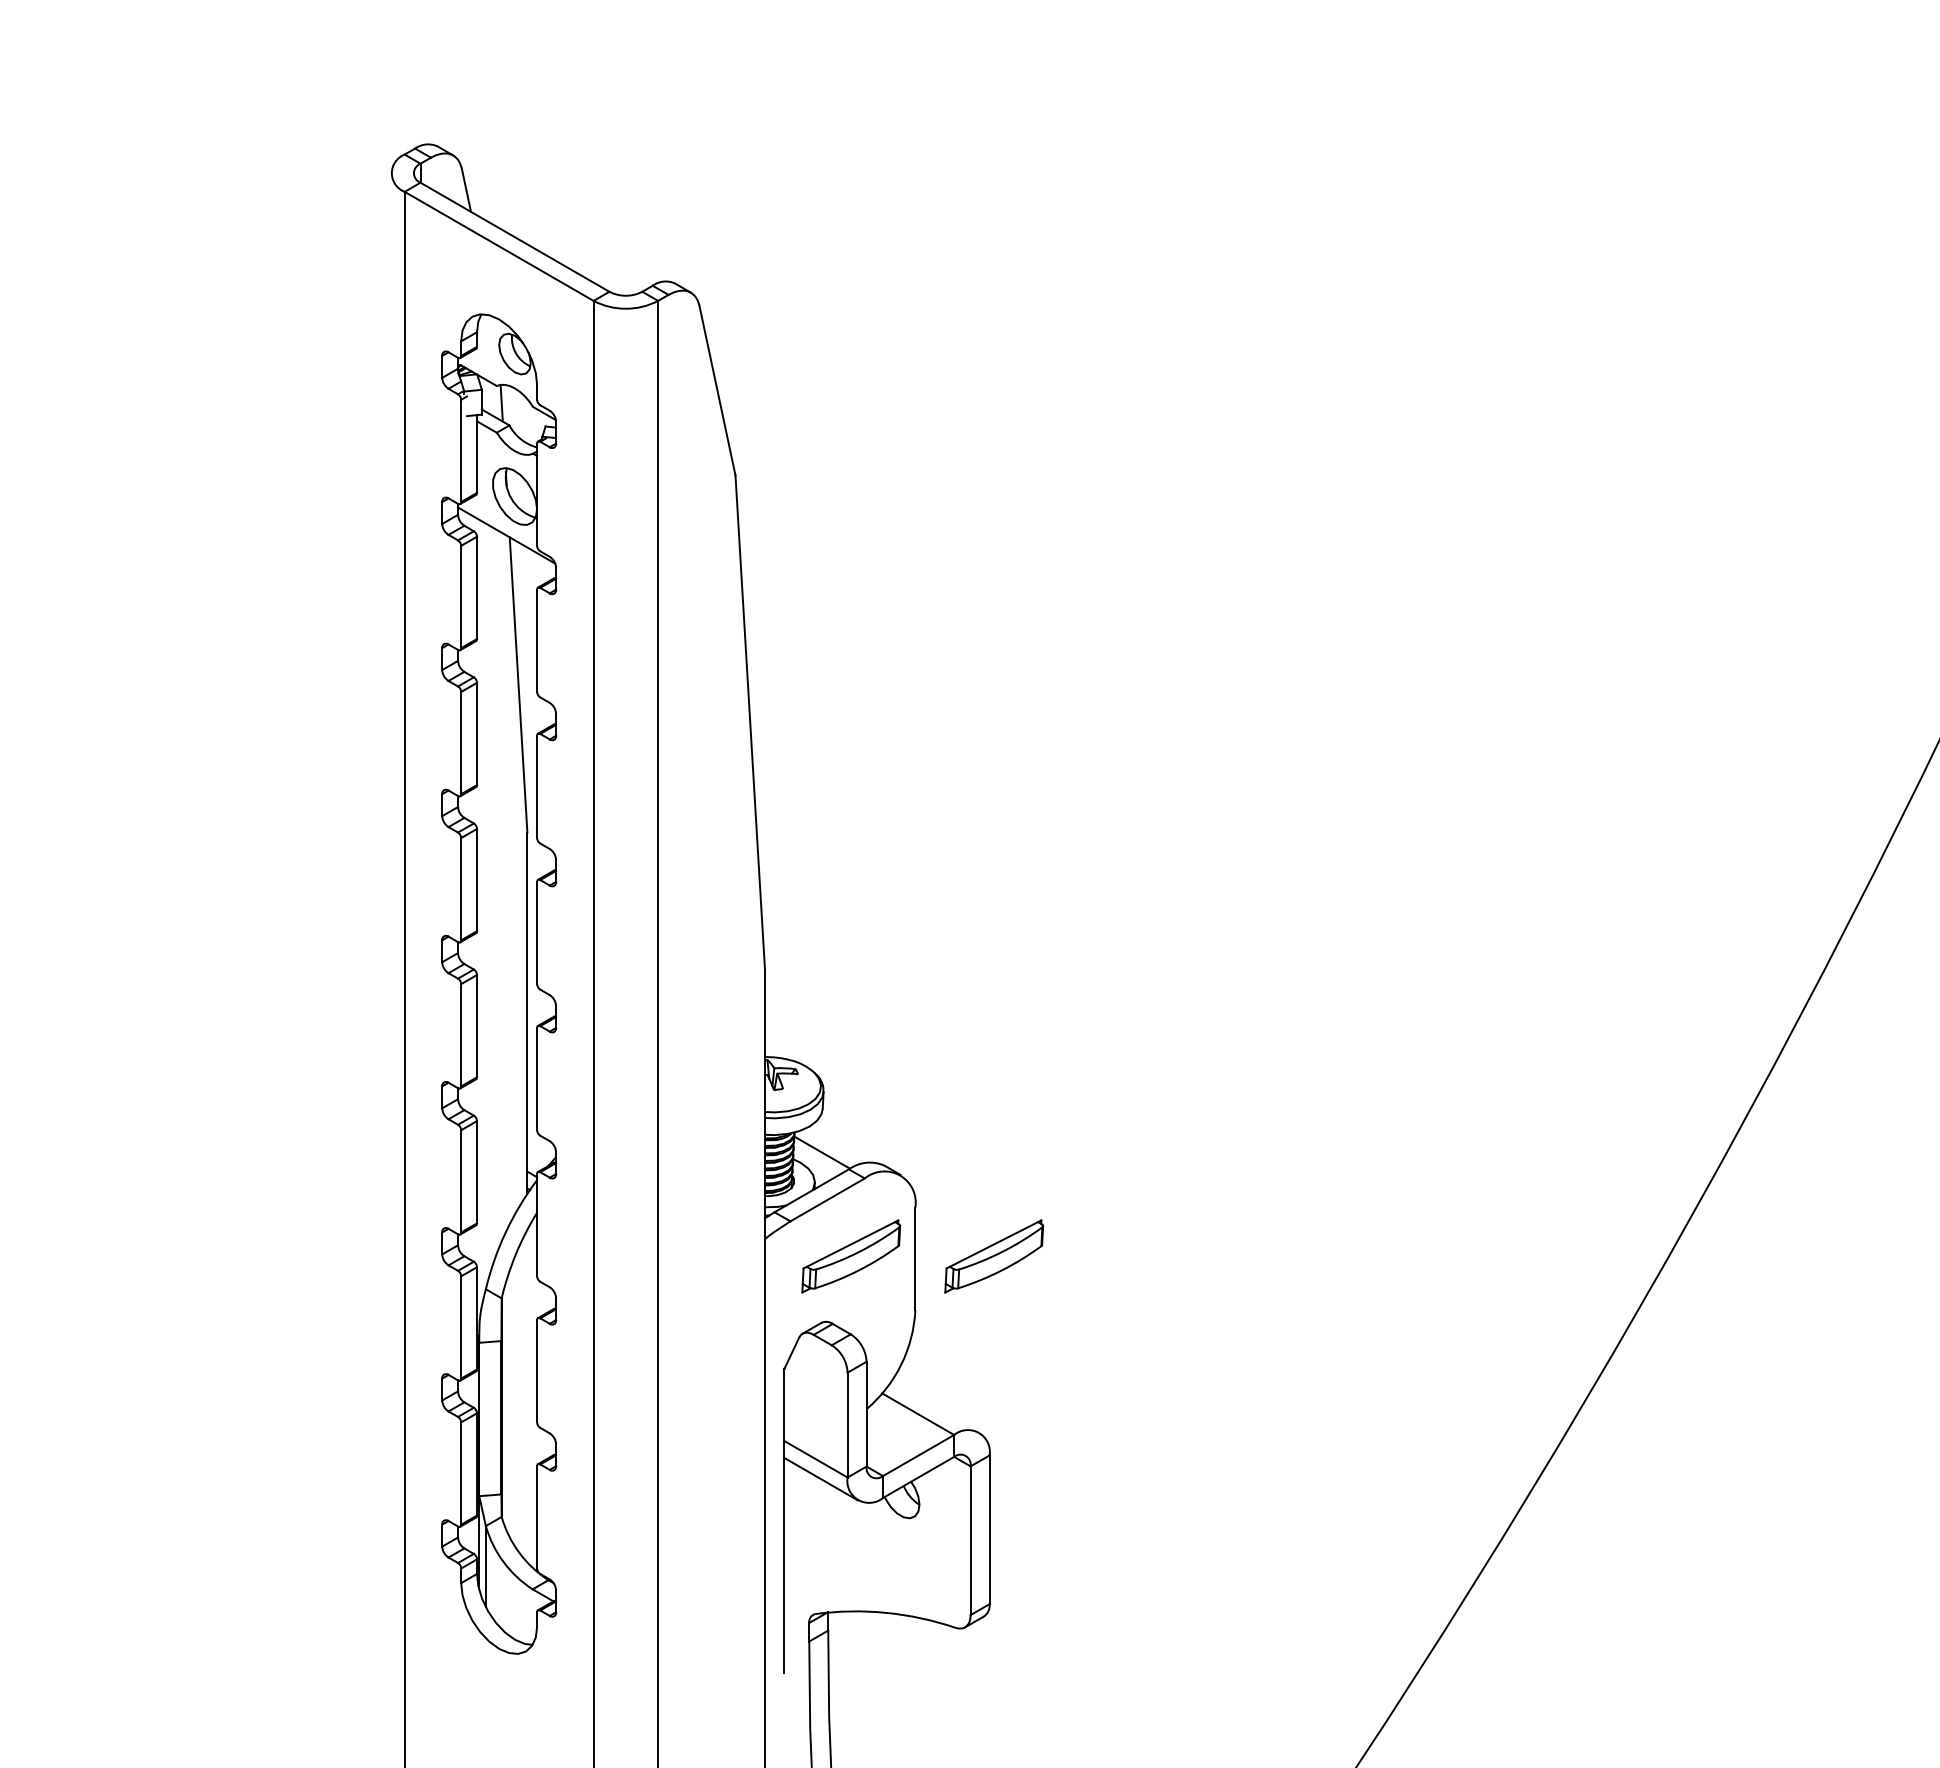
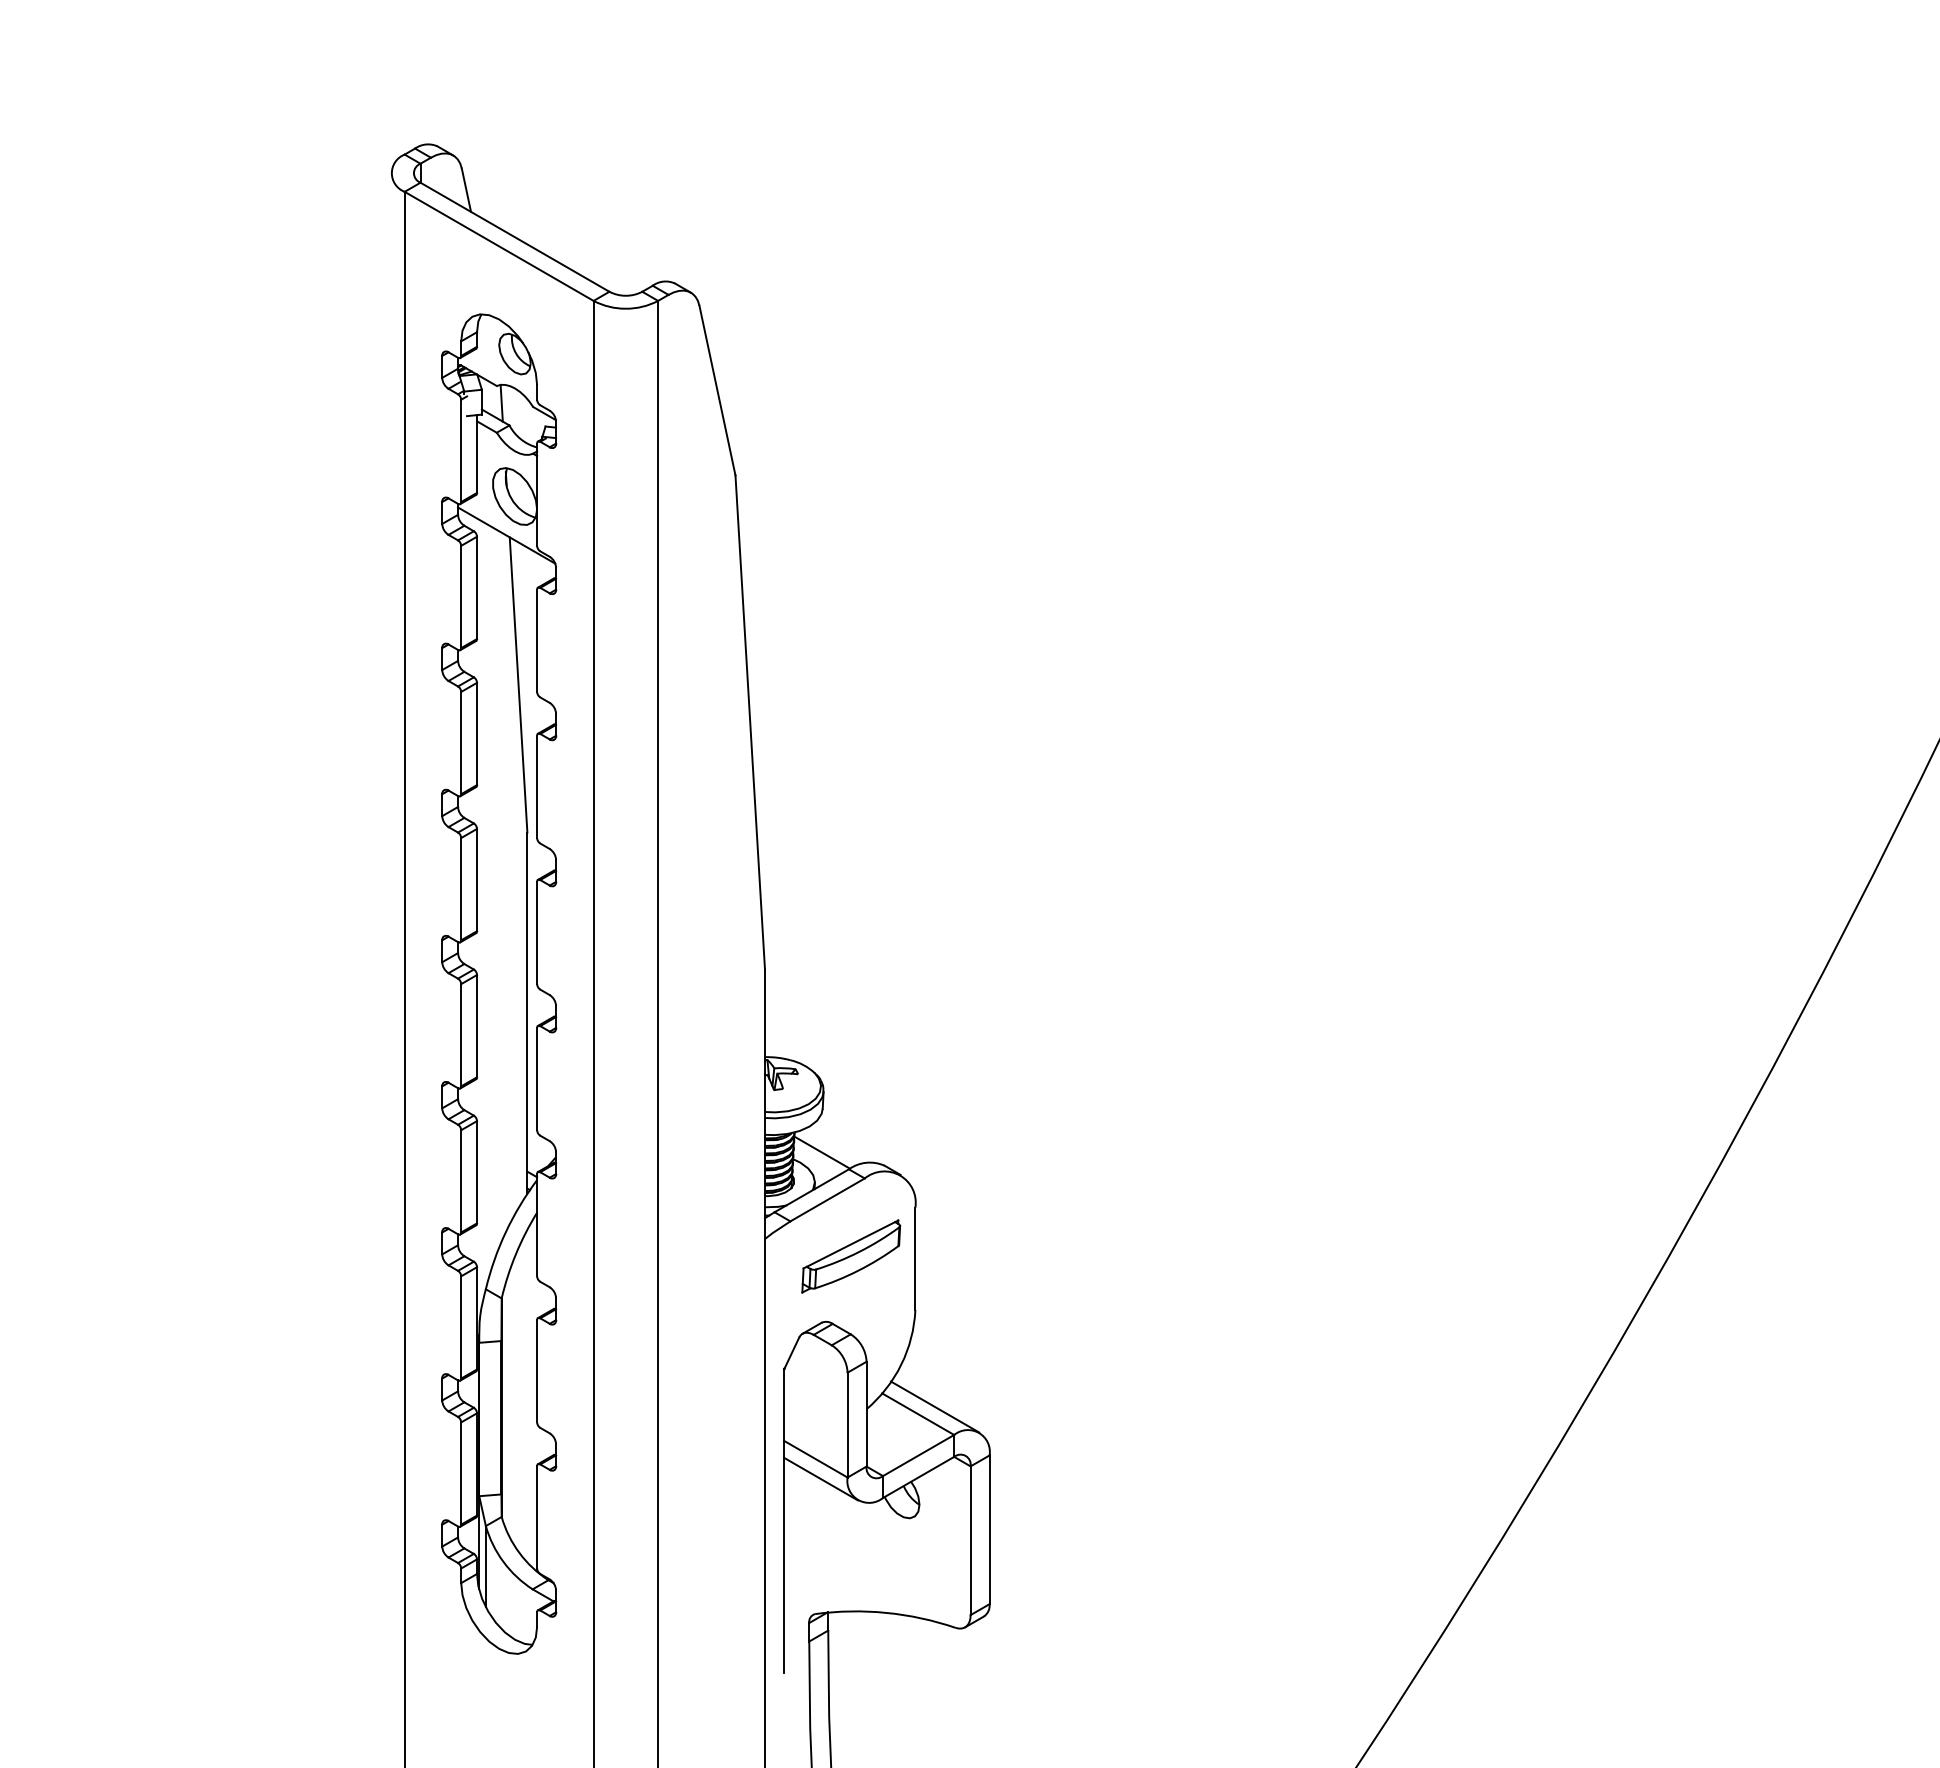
part at (994, 1256): present -> none
line at (935, 1406): none -> present
